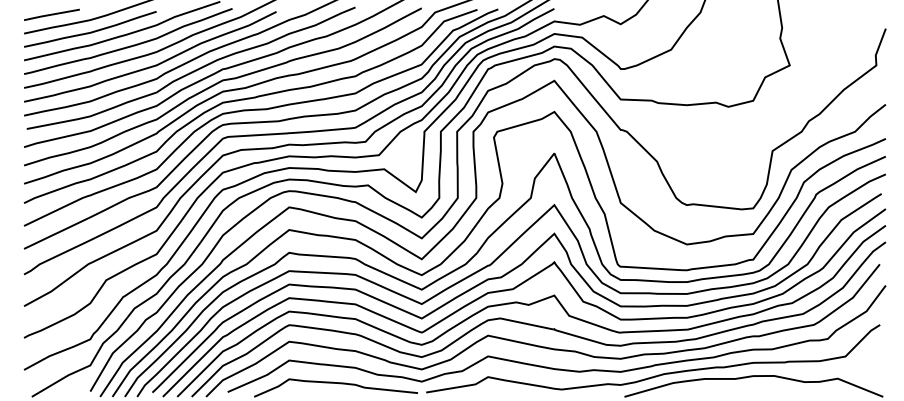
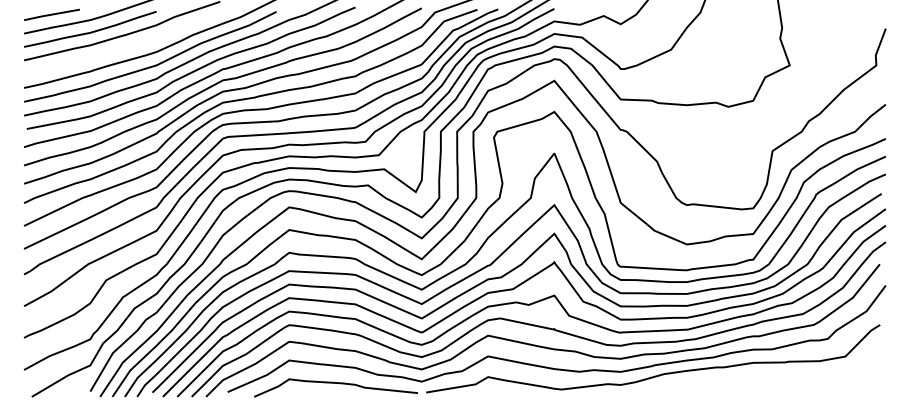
curve at (129, 45): present -> none
curve at (752, 377): present -> none
